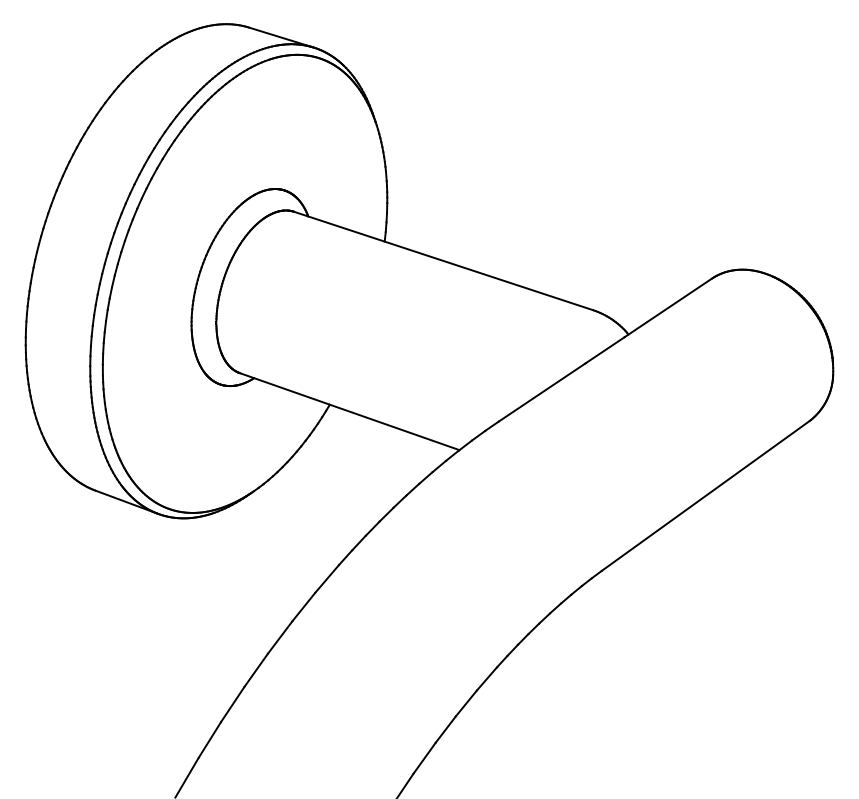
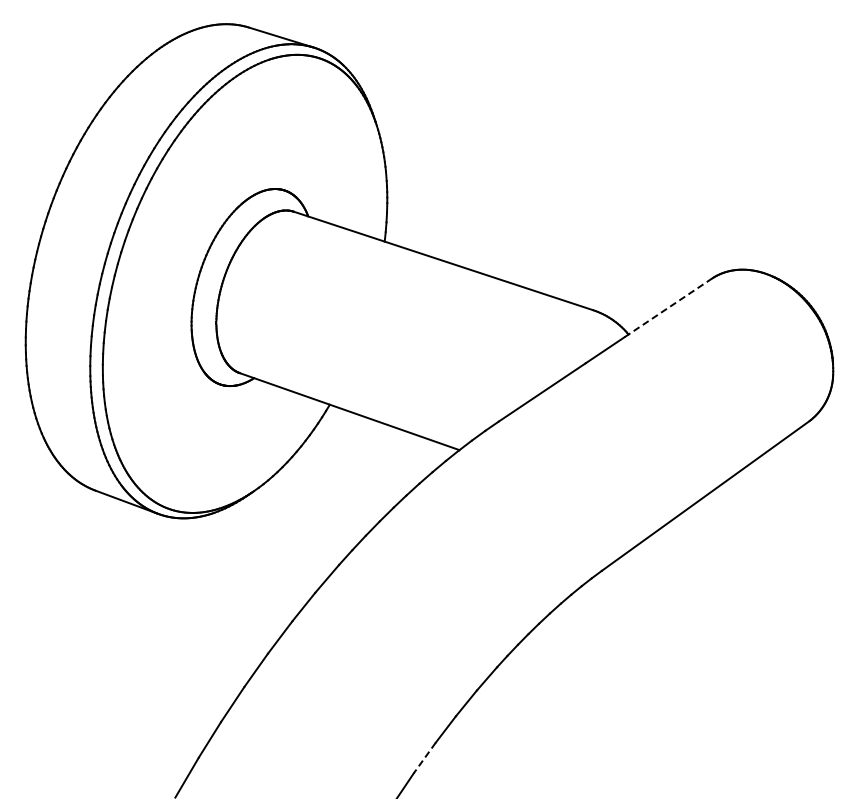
line at (668, 307): solid -> dashed
line at (424, 758): solid -> dashed
